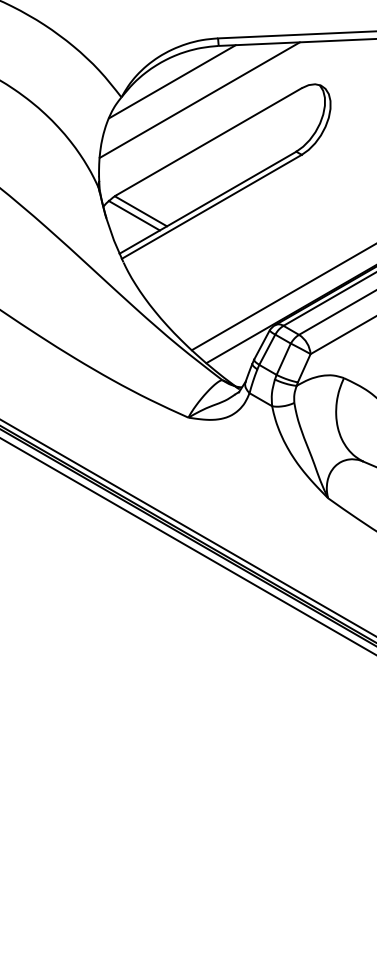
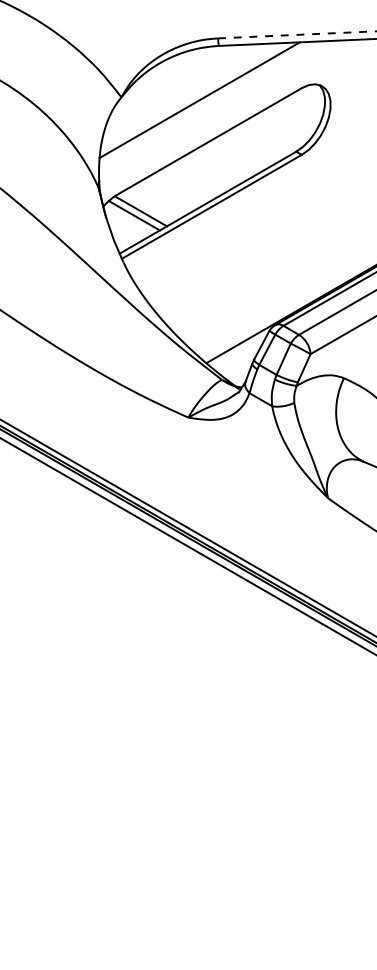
line at (297, 34): solid -> dashed
line at (172, 81): present -> none
line at (282, 297): present -> none
